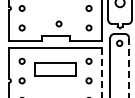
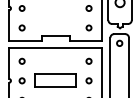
circle at (58, 23): present -> none
line at (128, 67): dashed -> solid
part at (55, 69) position: (55, 69) -> (55, 80)
line at (102, 73): dashed -> solid
